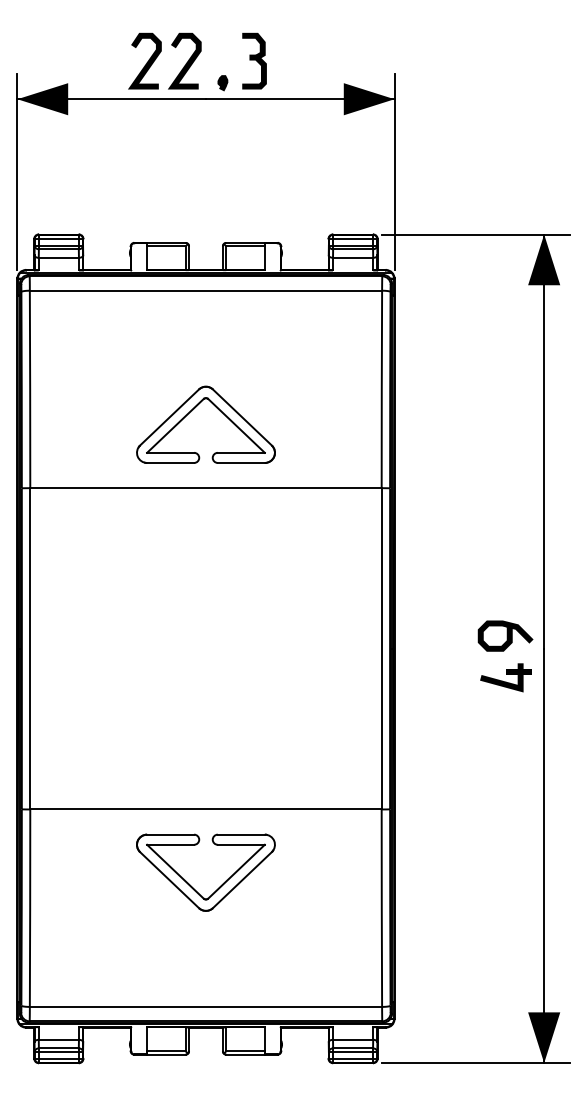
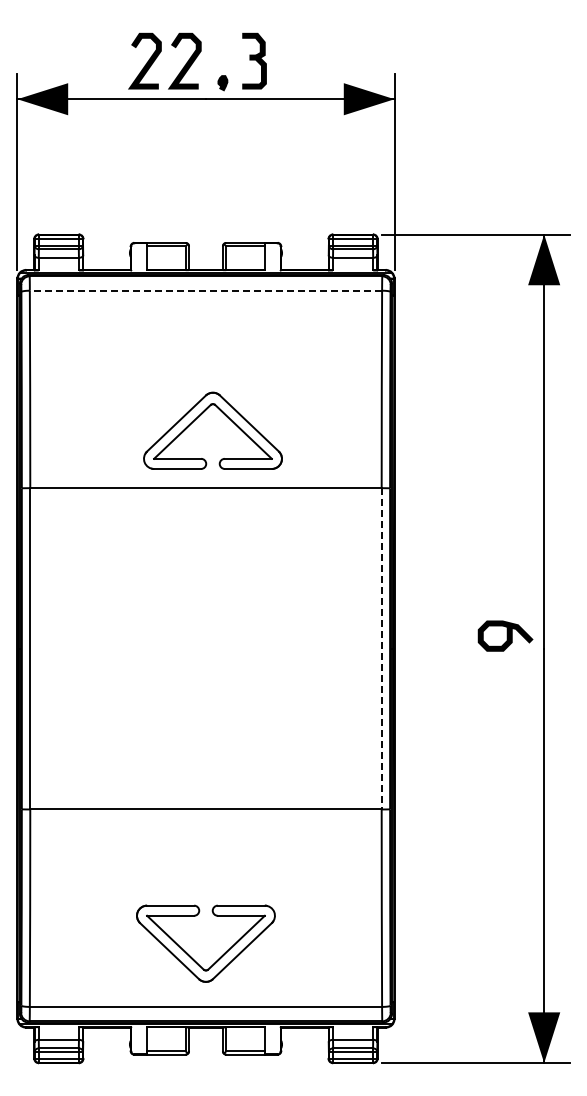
line at (205, 290): solid -> dashed
part at (192, 411) position: (192, 411) -> (199, 417)
line at (381, 648): solid -> dashed
part at (505, 677): present -> none
part at (191, 885) position: (191, 885) -> (191, 956)
